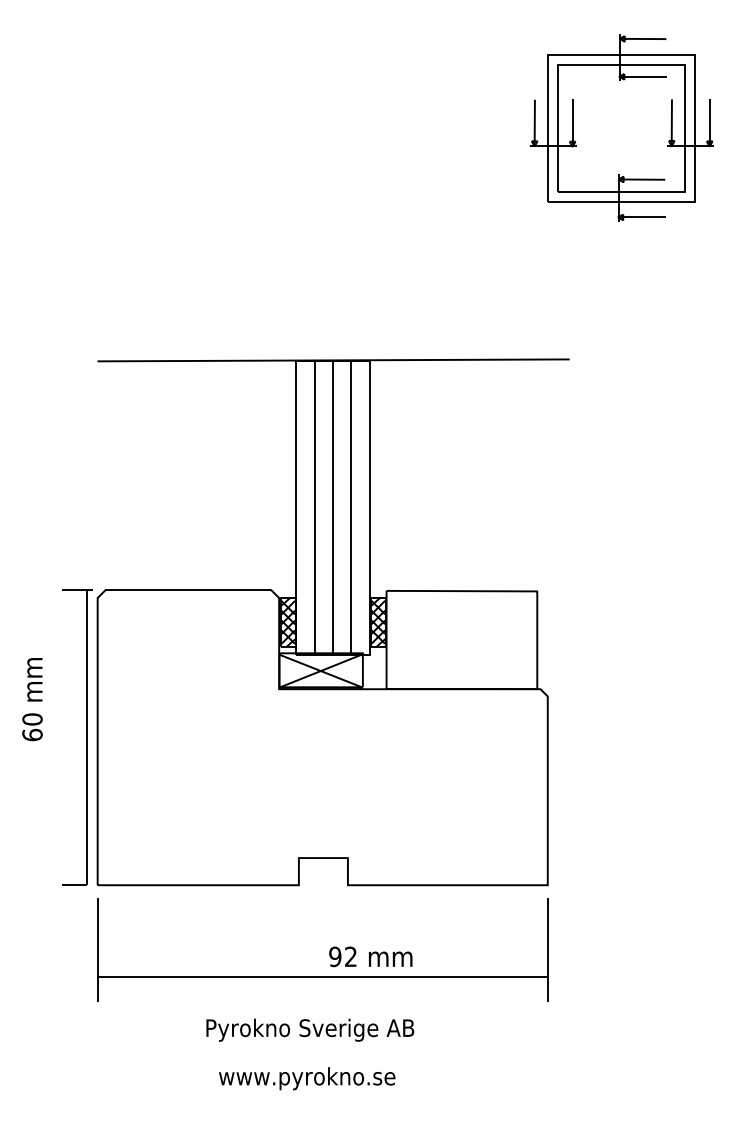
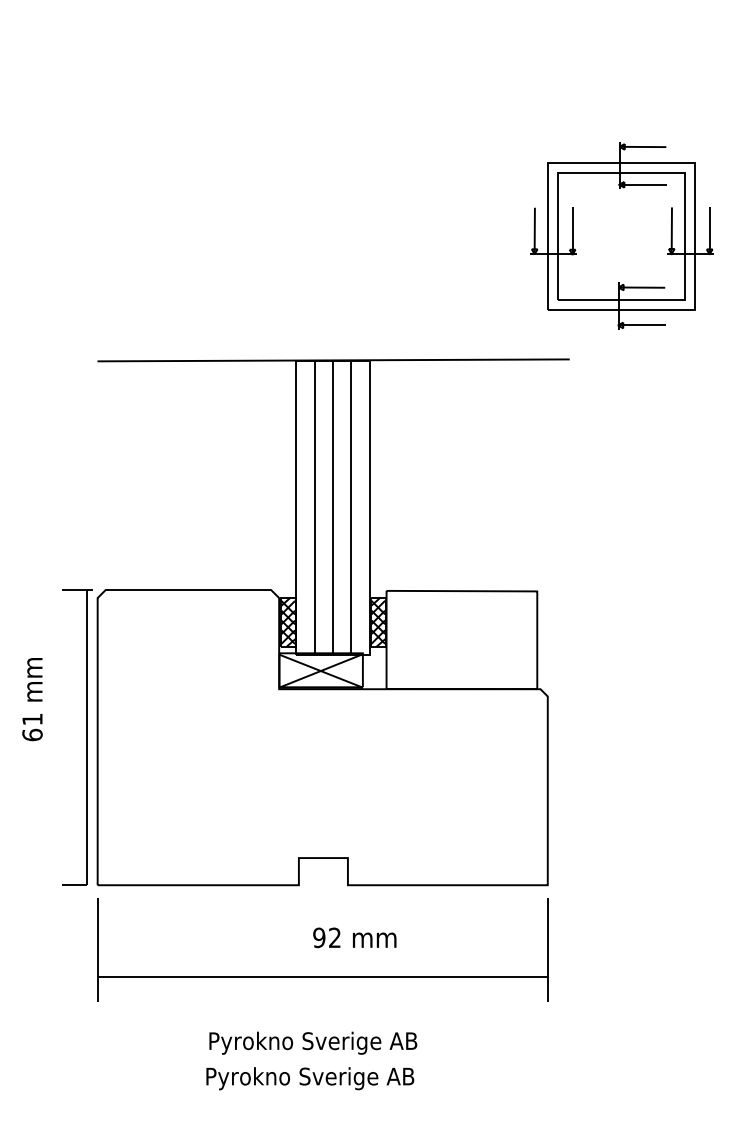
part at (621, 127) position: (621, 127) -> (621, 235)
text at (32, 719): 60 -> 61
text at (370, 956) position: (370, 956) -> (354, 937)
text at (310, 1029) position: (310, 1029) -> (313, 1042)
text at (310, 1078): www.pyrokno.se -> Pyrokno Sverige AB
